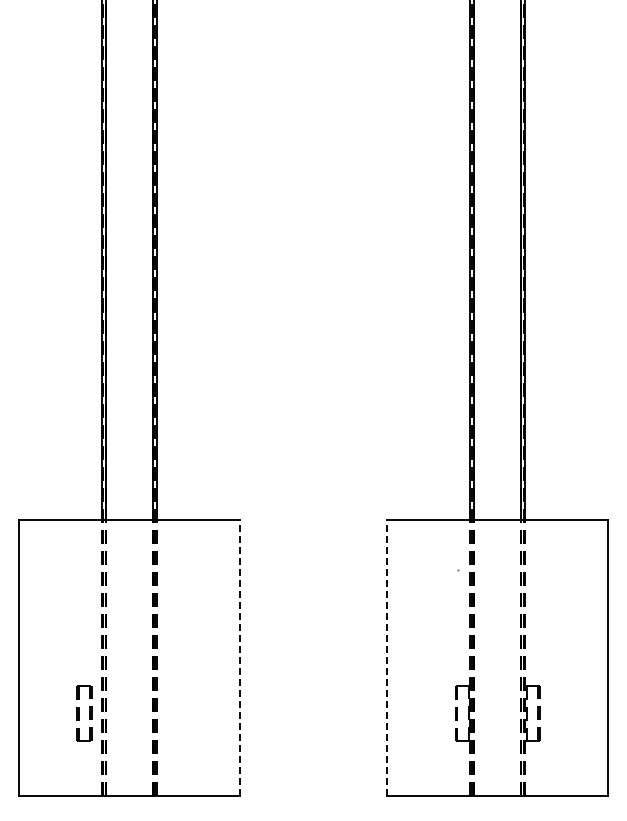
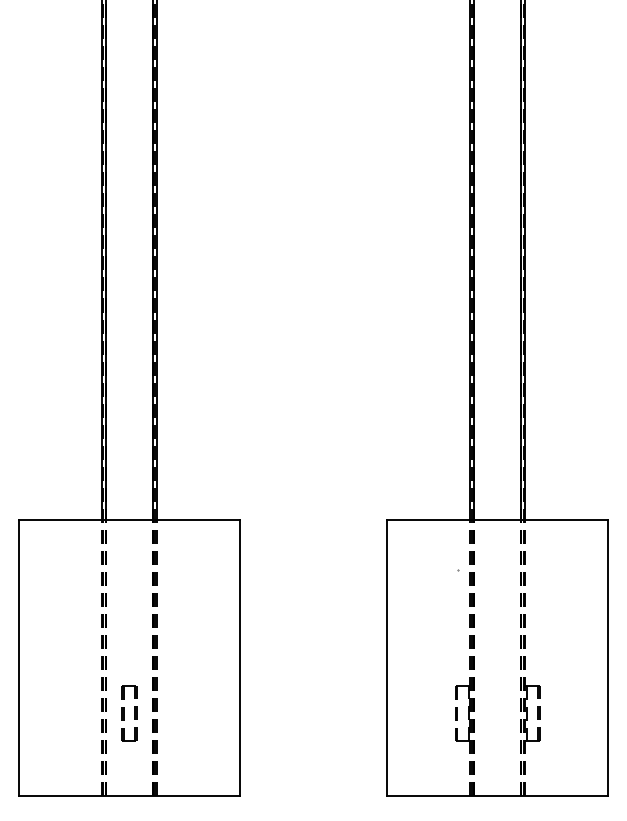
line at (239, 657): dashed -> solid
line at (387, 657): dashed -> solid
part at (84, 713) position: (84, 713) -> (129, 713)
